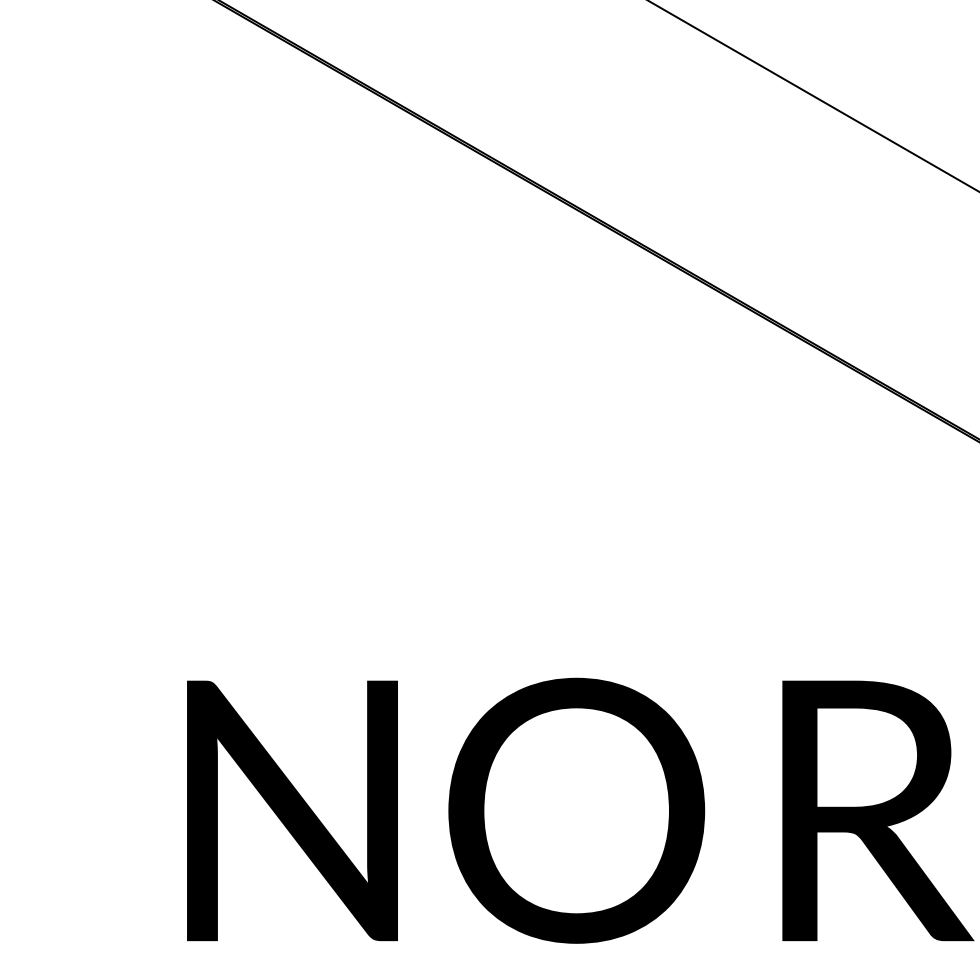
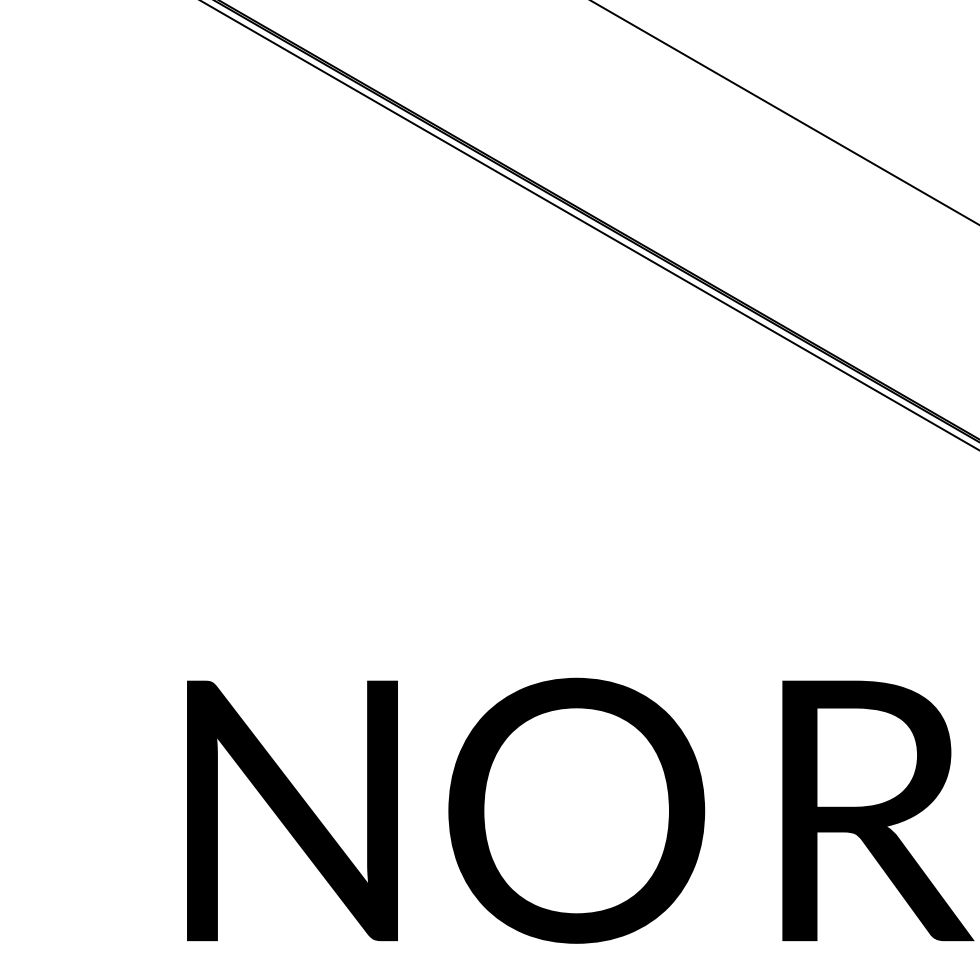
line at (813, 96) position: (813, 96) -> (784, 112)
line at (589, 225): none -> present
